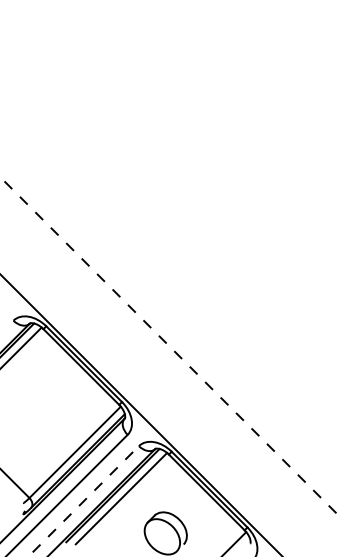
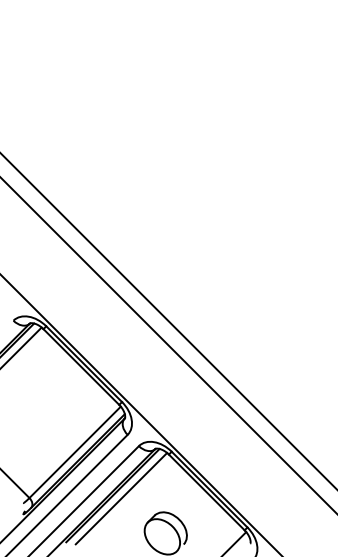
line at (168, 321): none -> present
line at (168, 345): dashed -> solid
line at (83, 501): dashed -> solid
